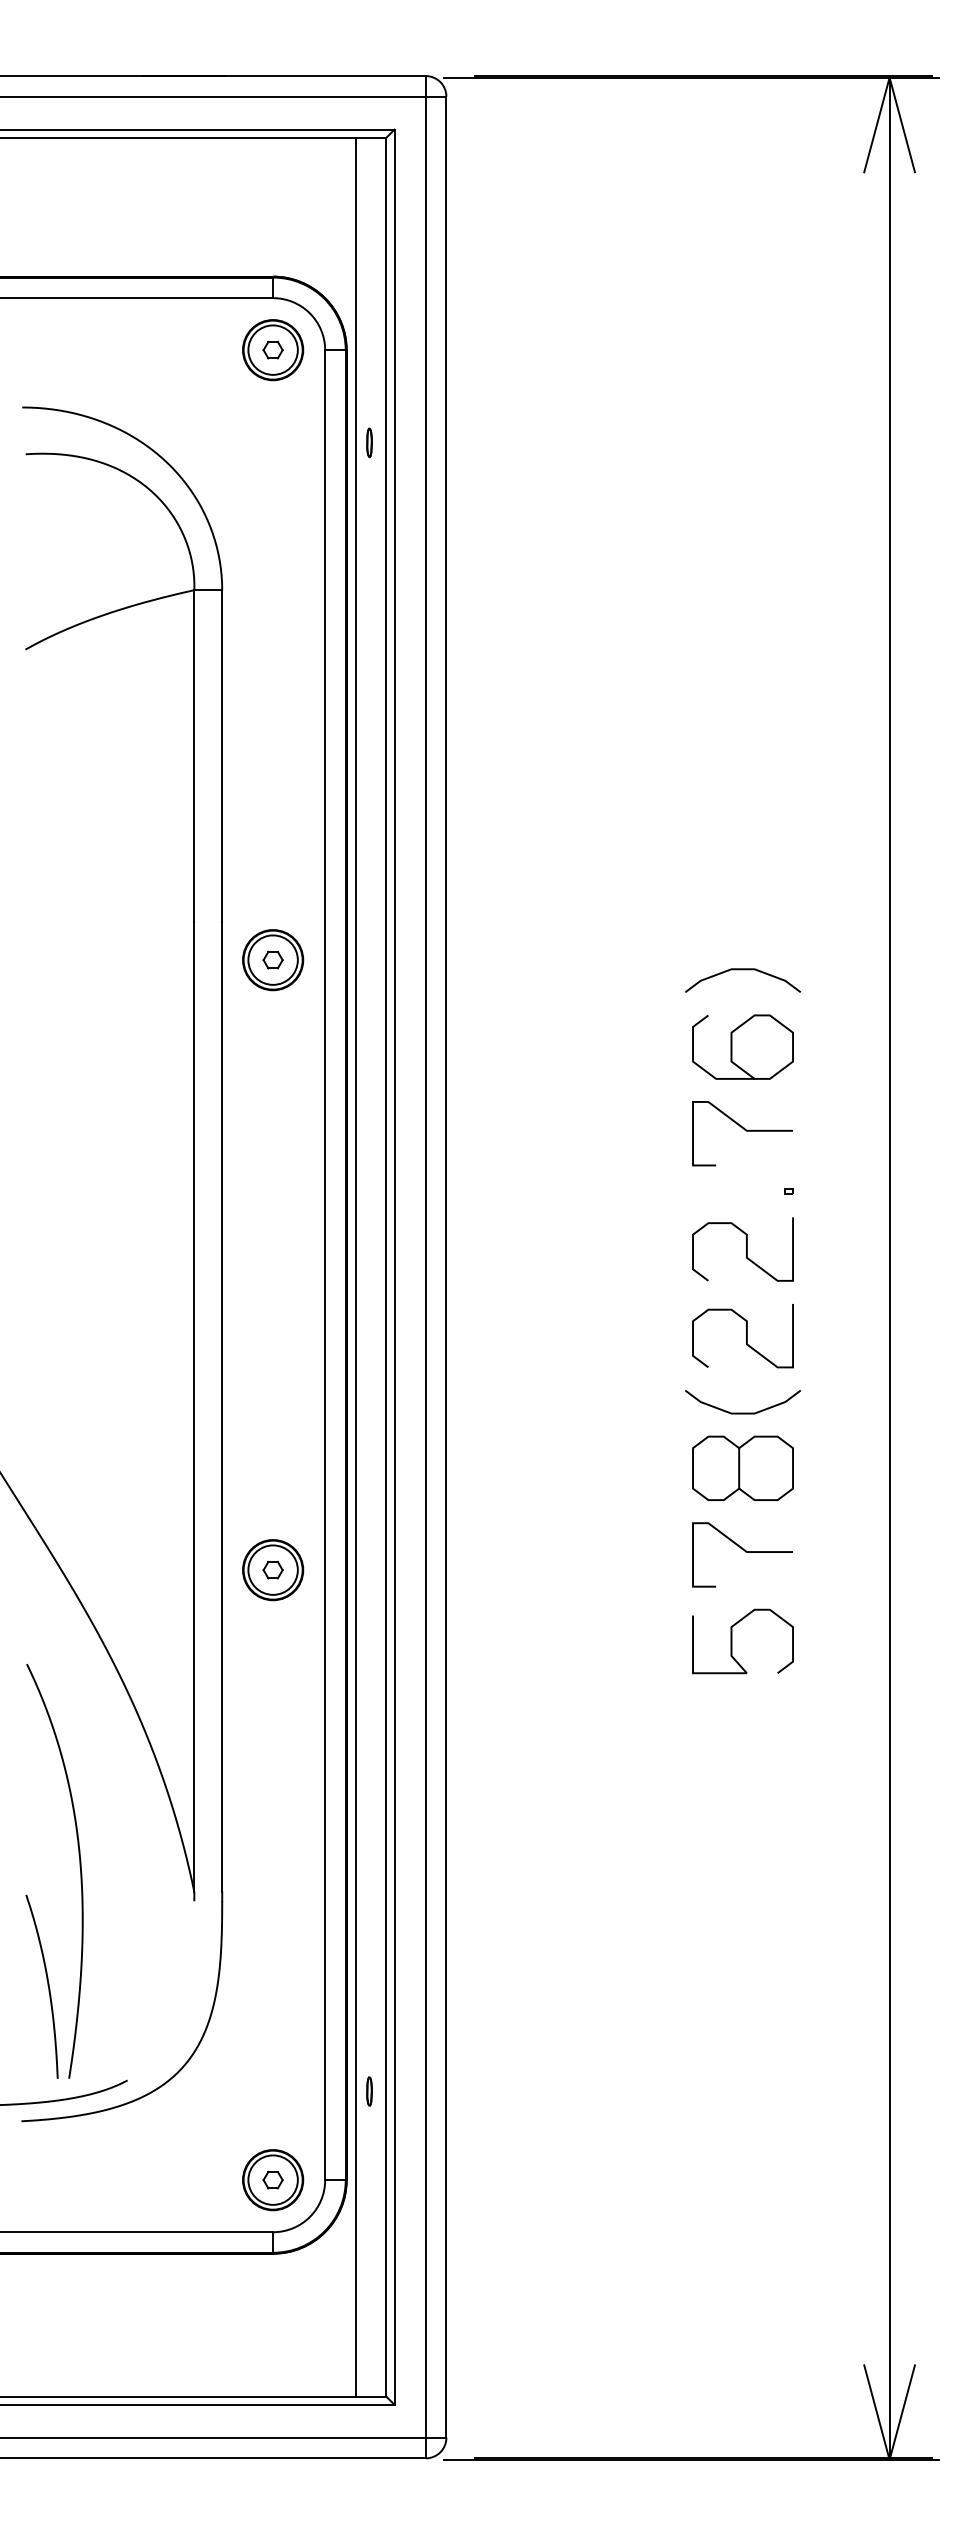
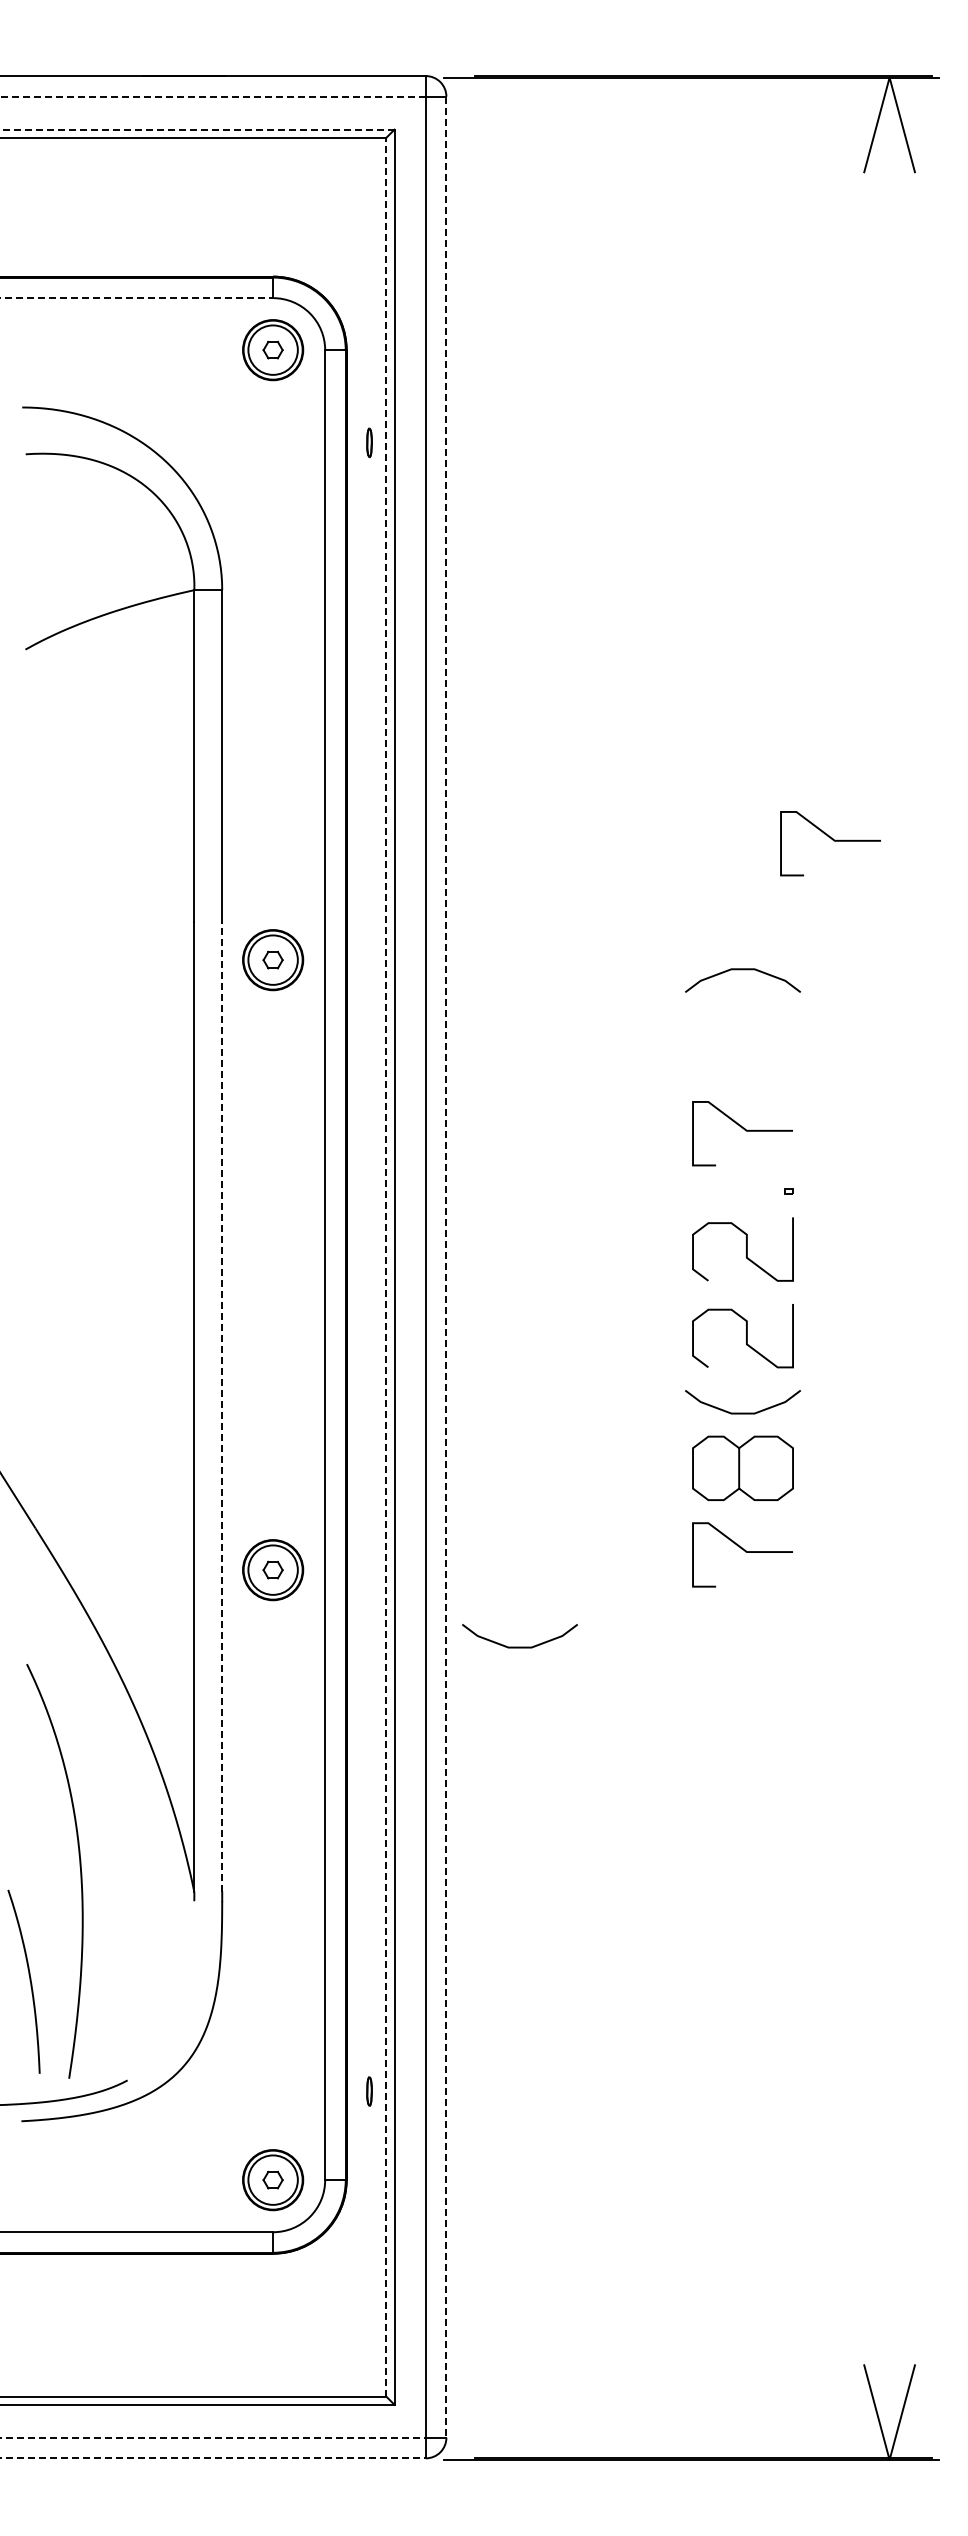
line at (212, 96): solid -> dashed
line at (197, 129): solid -> dashed
line at (137, 298): solid -> dashed
curve at (832, 840): none -> present
curve at (732, 1046): present -> none
line at (355, 1266): present -> none
line at (386, 1266): solid -> dashed
line at (446, 1267): solid -> dashed
line at (889, 1268): present -> none
line at (222, 1406): solid -> dashed
curve at (732, 1641): present -> none
curve at (519, 1646): none -> present
curve at (47, 1985) position: (47, 1985) -> (29, 1980)
line at (213, 2437): solid -> dashed
line at (213, 2458): solid -> dashed
